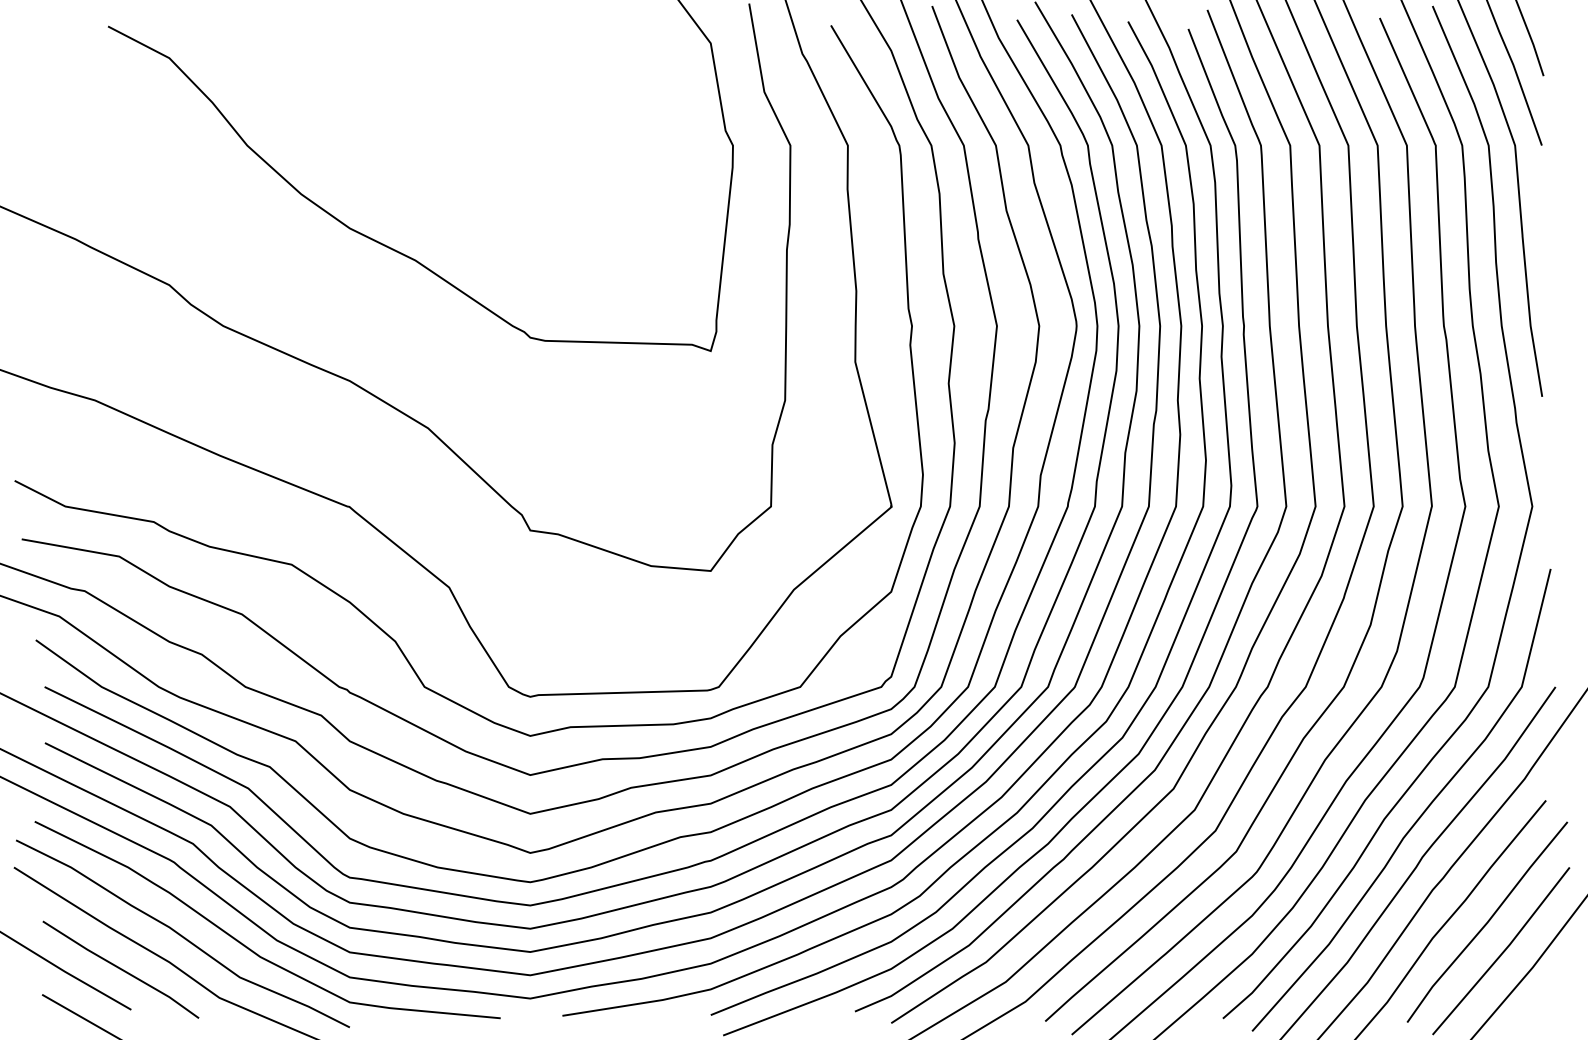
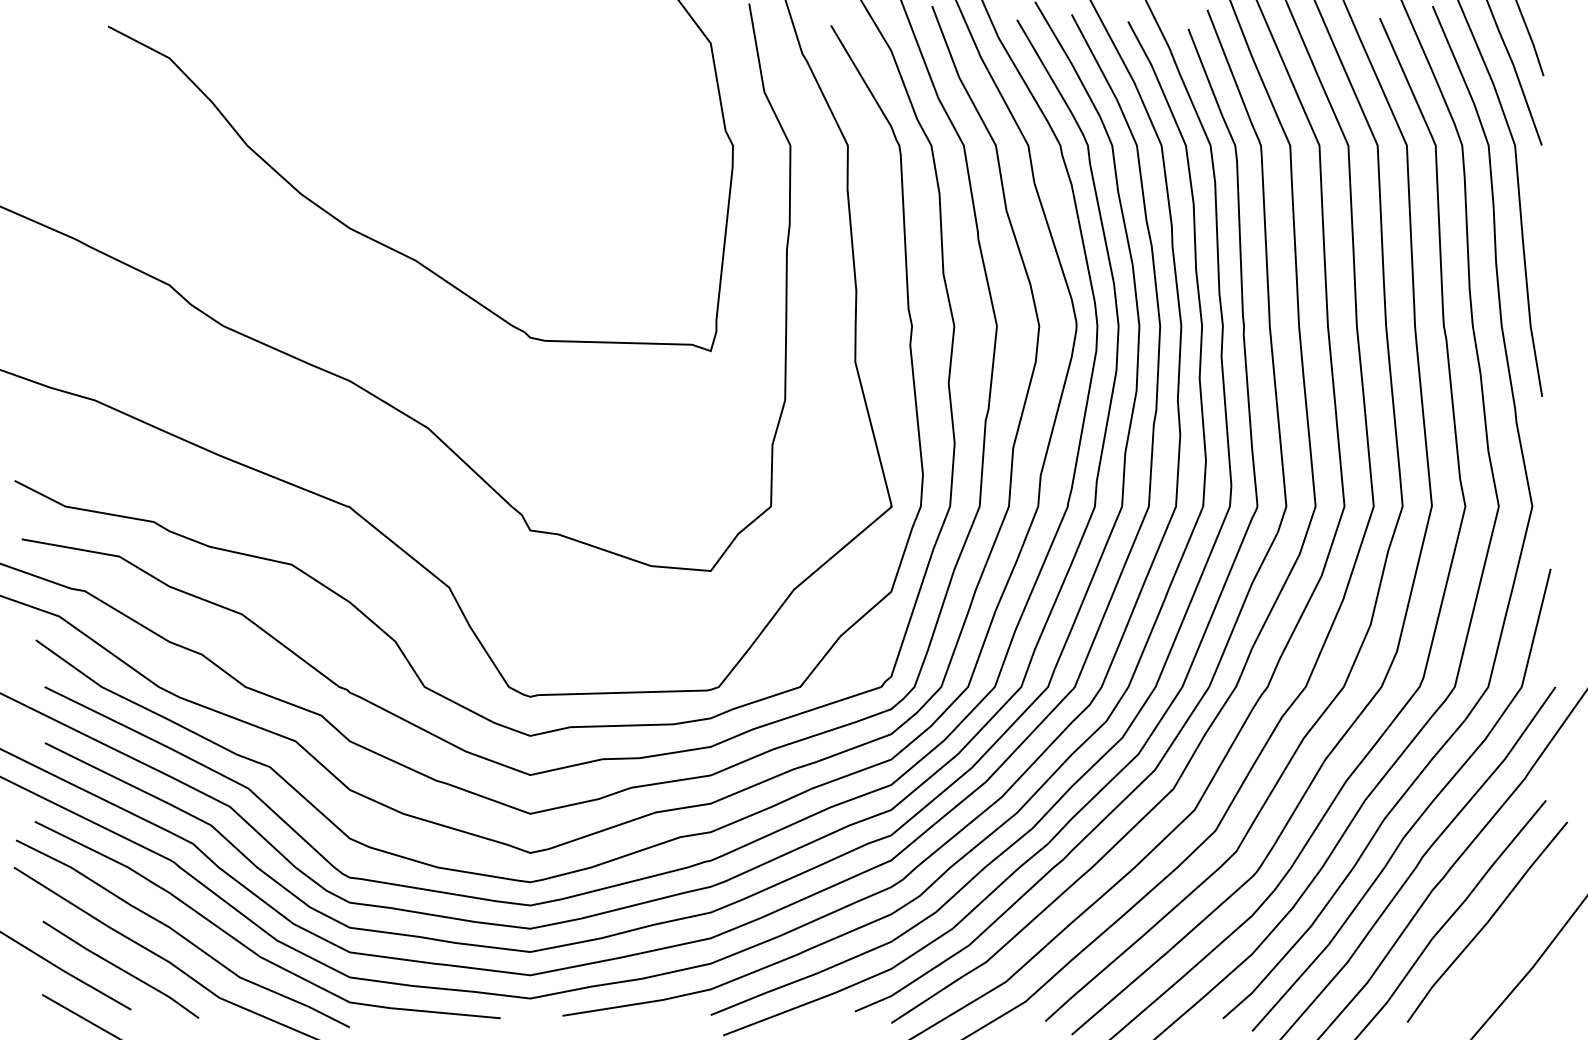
line at (1502, 951): present -> none
